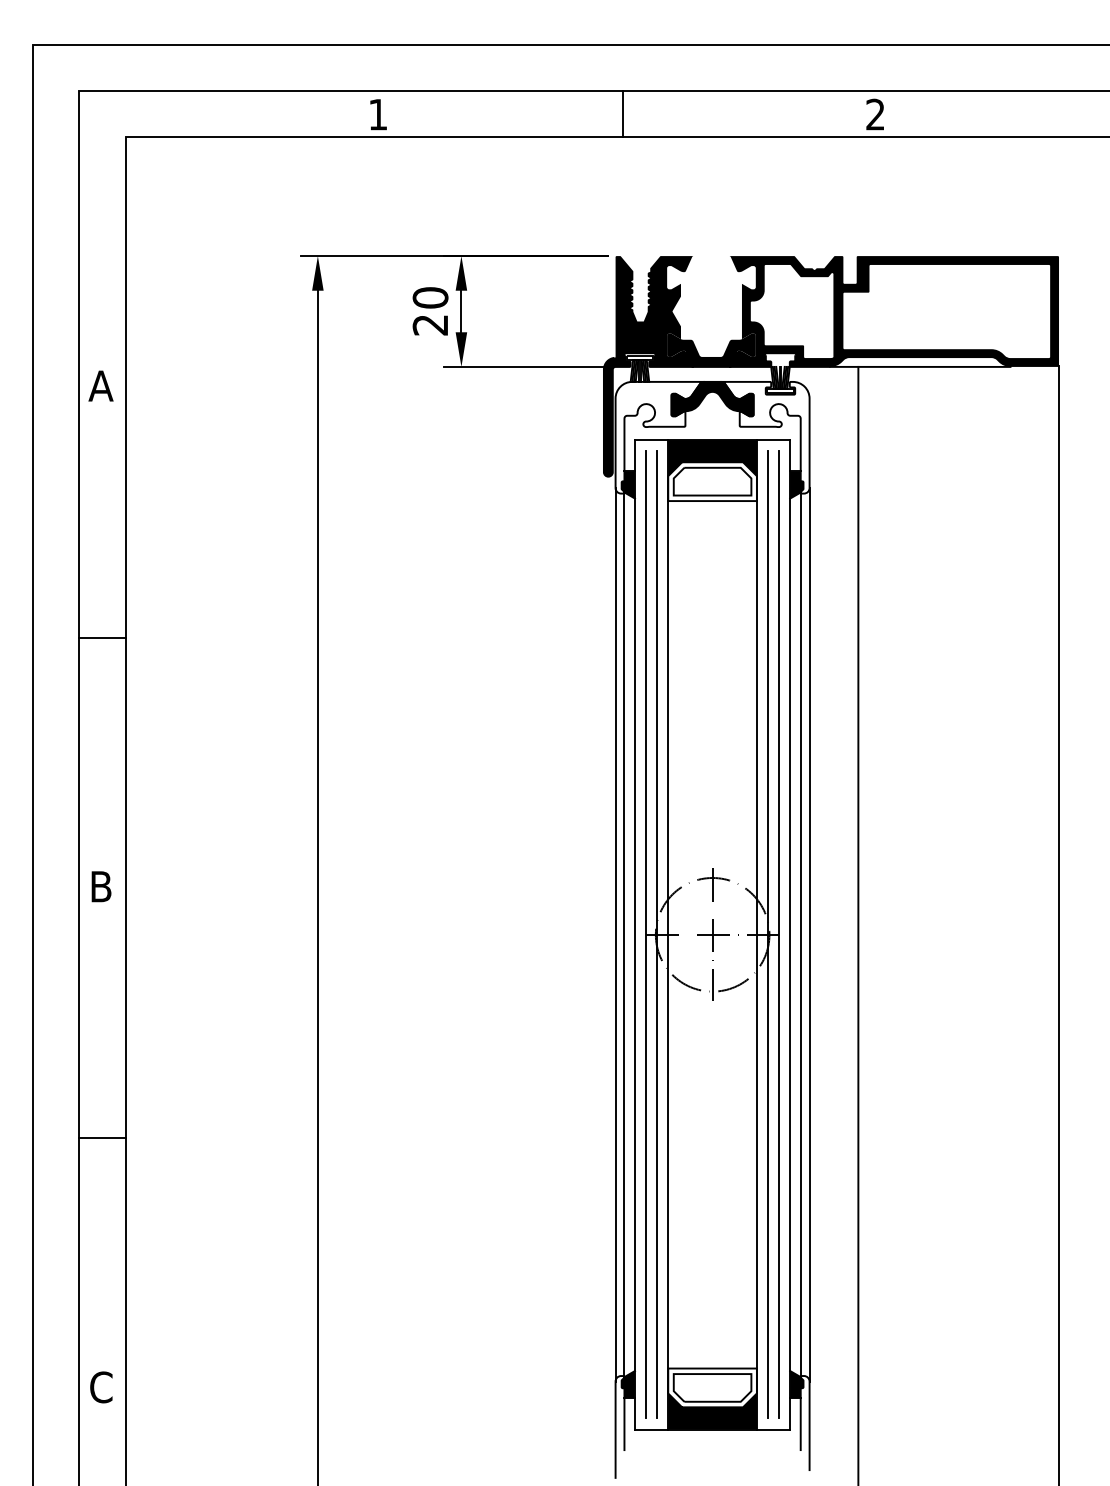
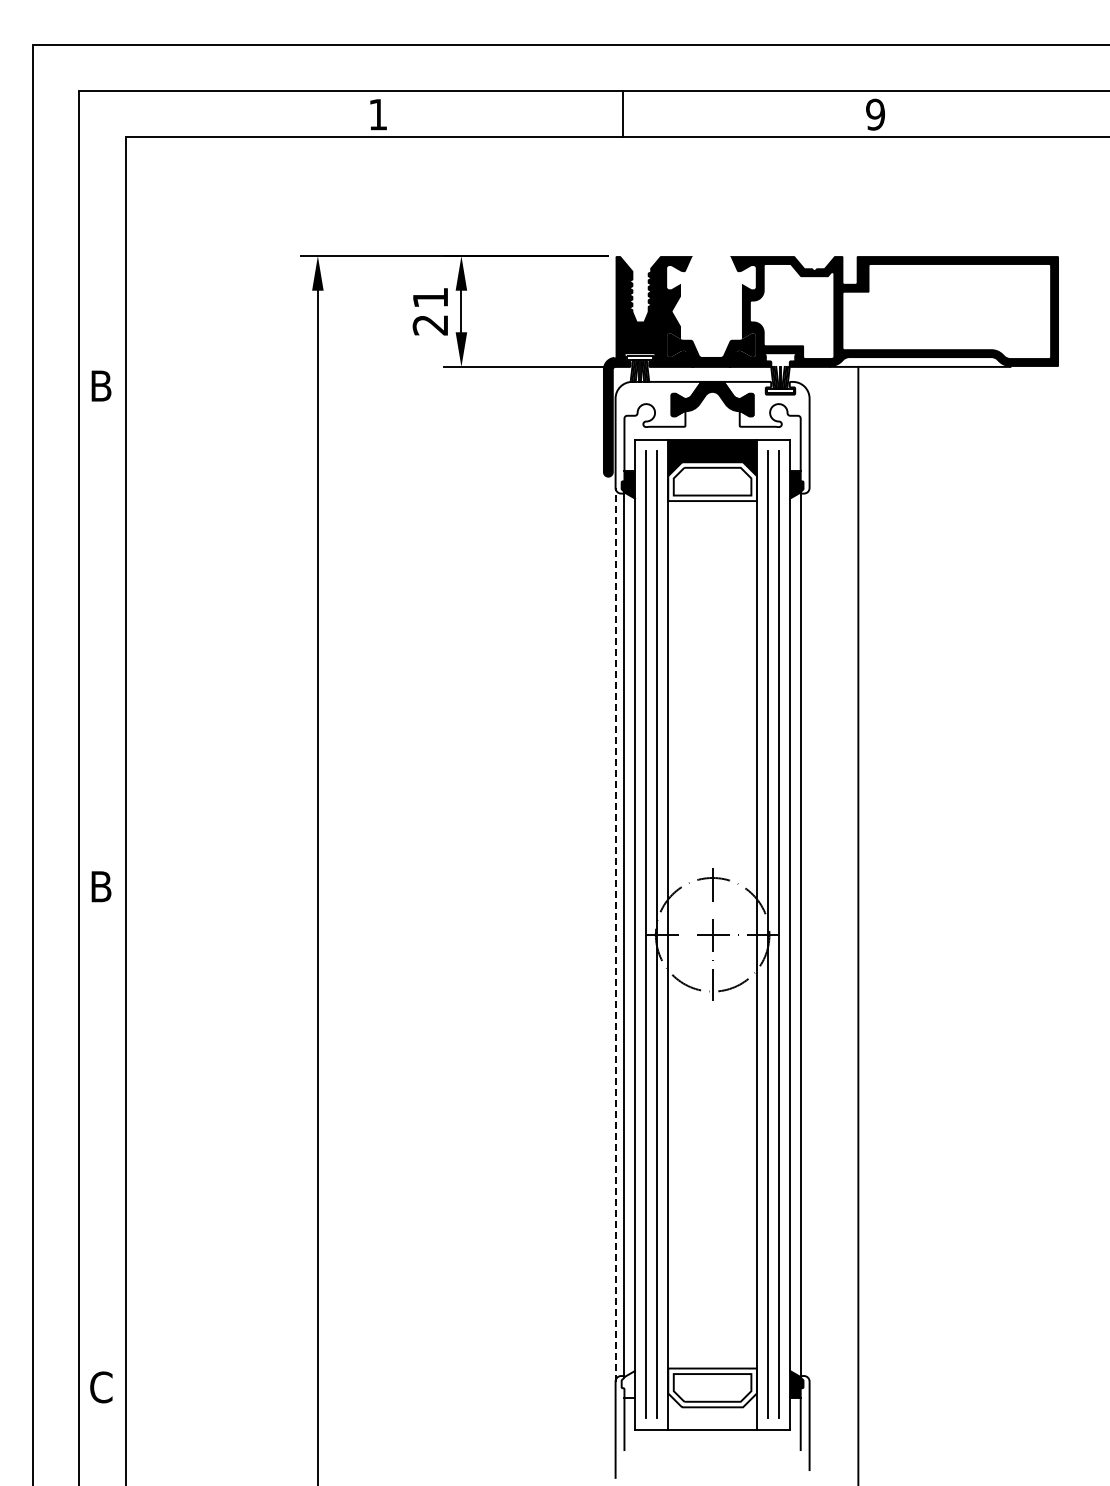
text at (875, 114): 2 -> 9
text at (430, 297): 20 -> 21
text at (100, 385): A -> B
line at (102, 637): present -> none
line at (1059, 923): present -> none
line at (615, 934): solid -> dashed
line at (809, 934): present -> none
line at (102, 1138): present -> none
fill at (627, 1384): present -> none
fill at (712, 1411): present -> none
